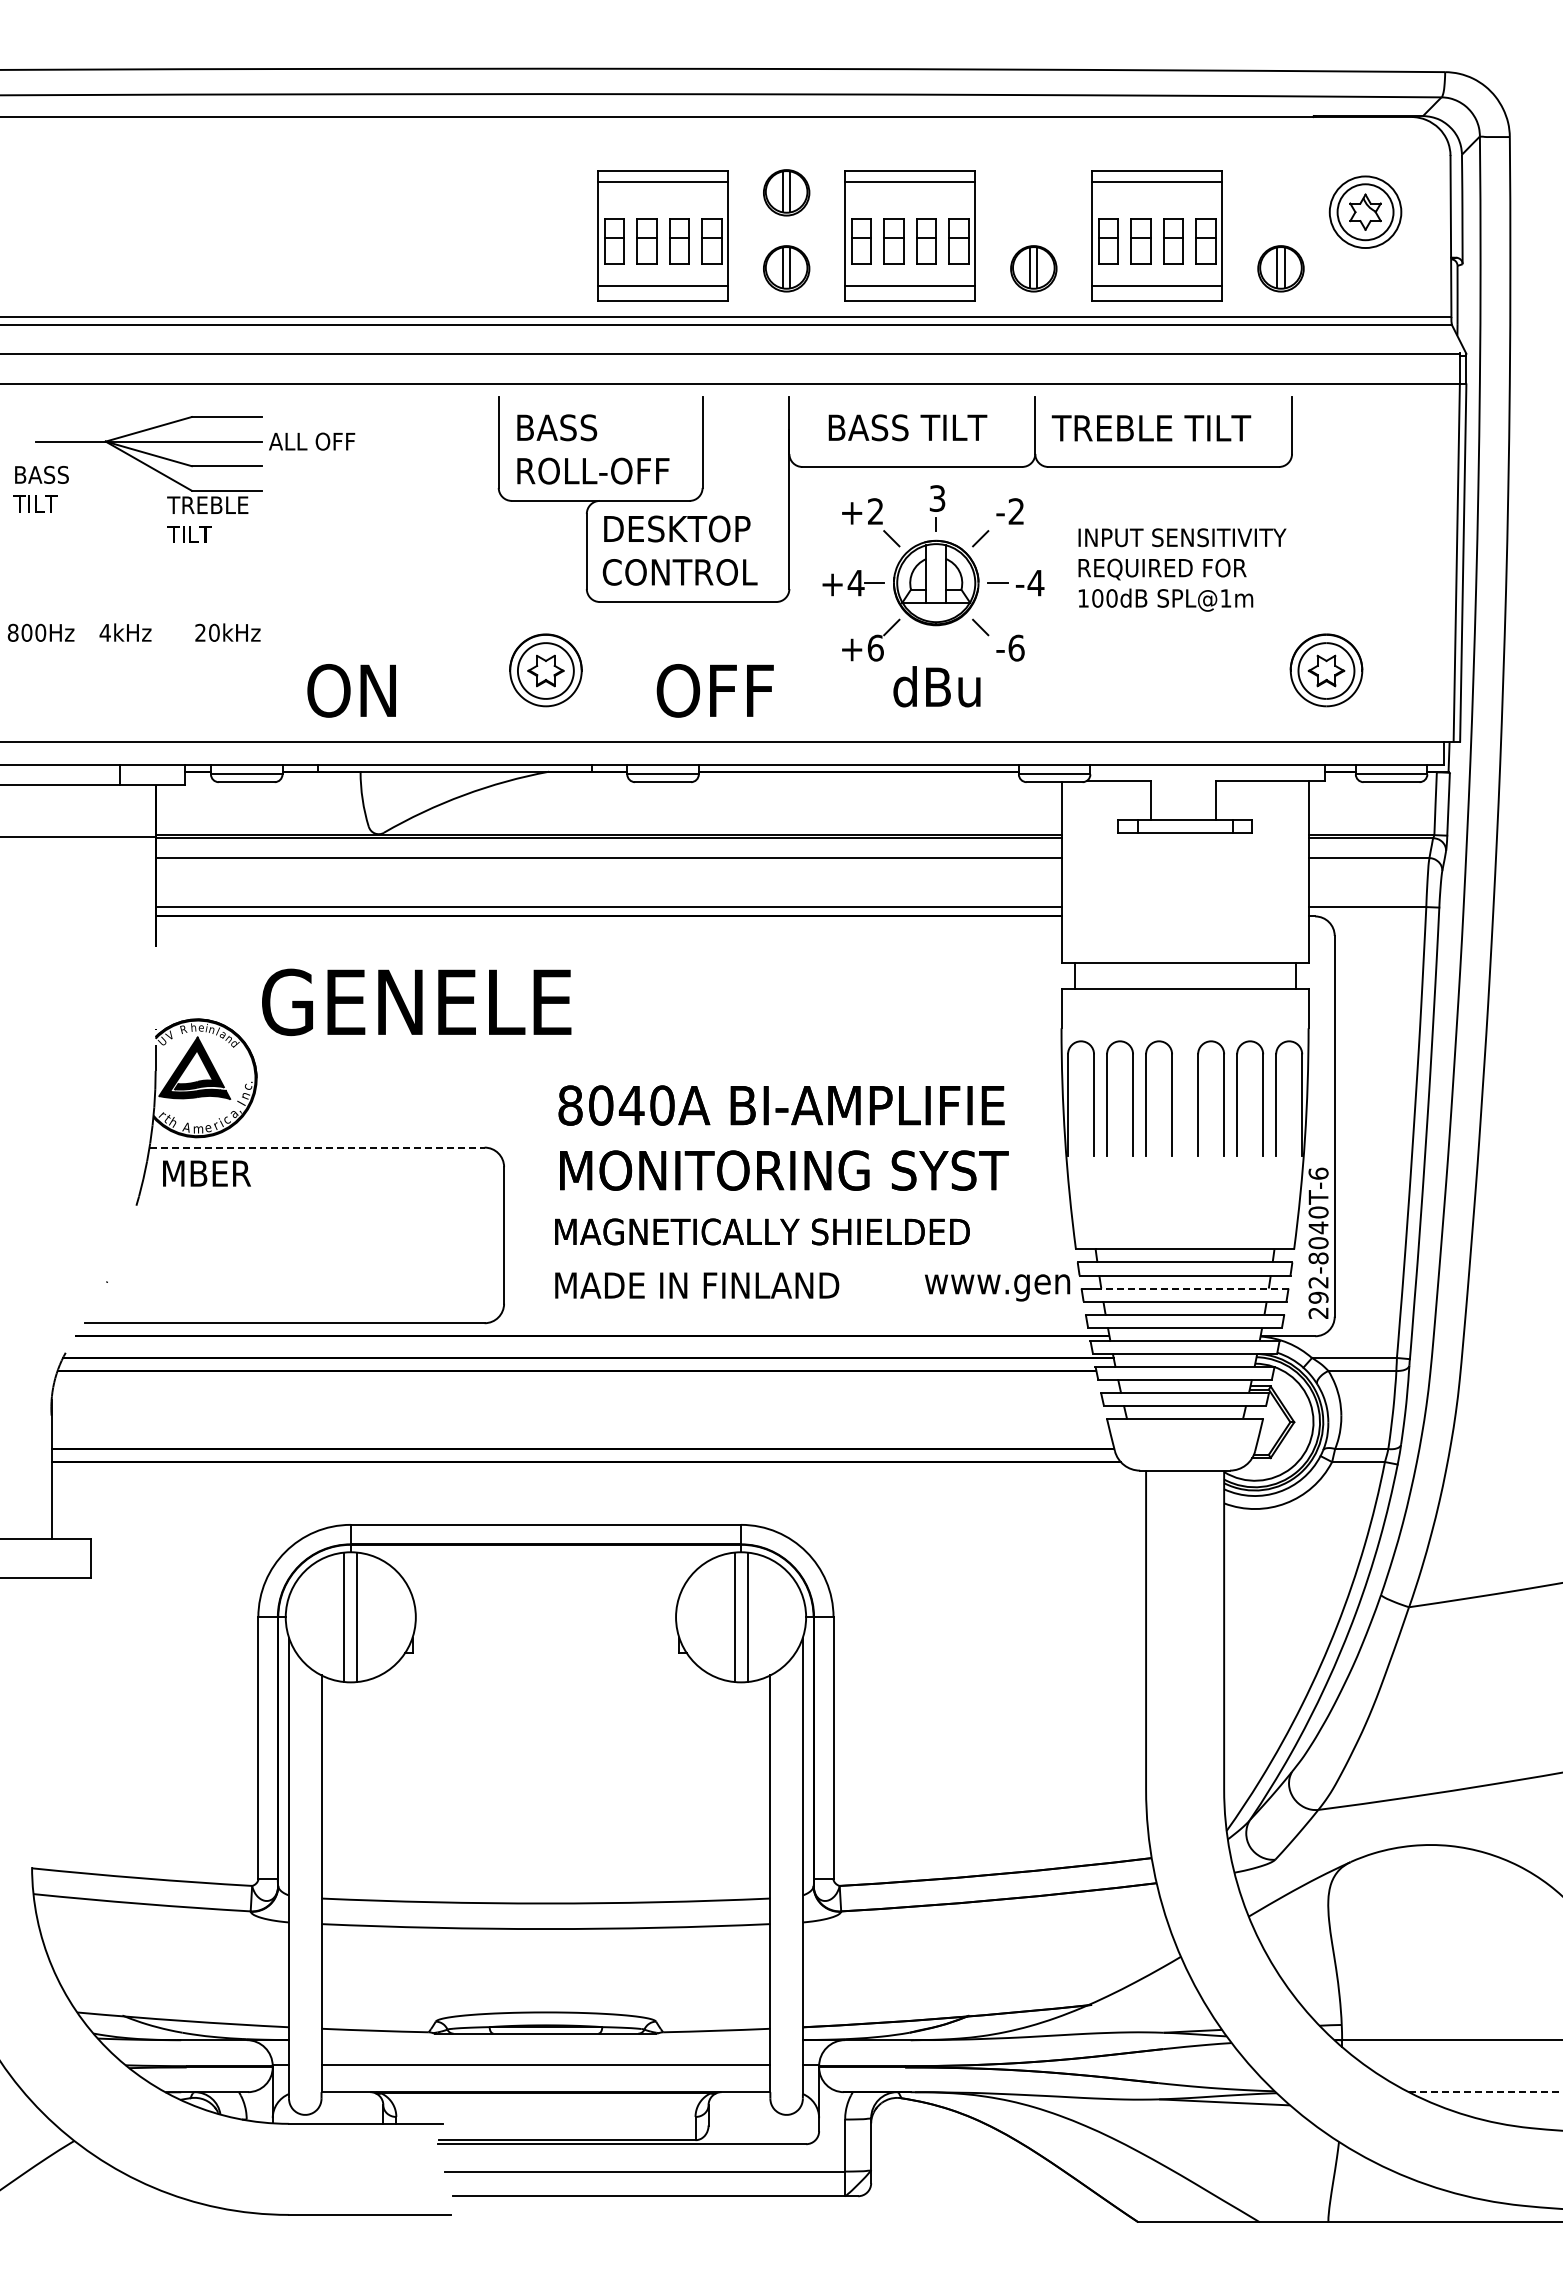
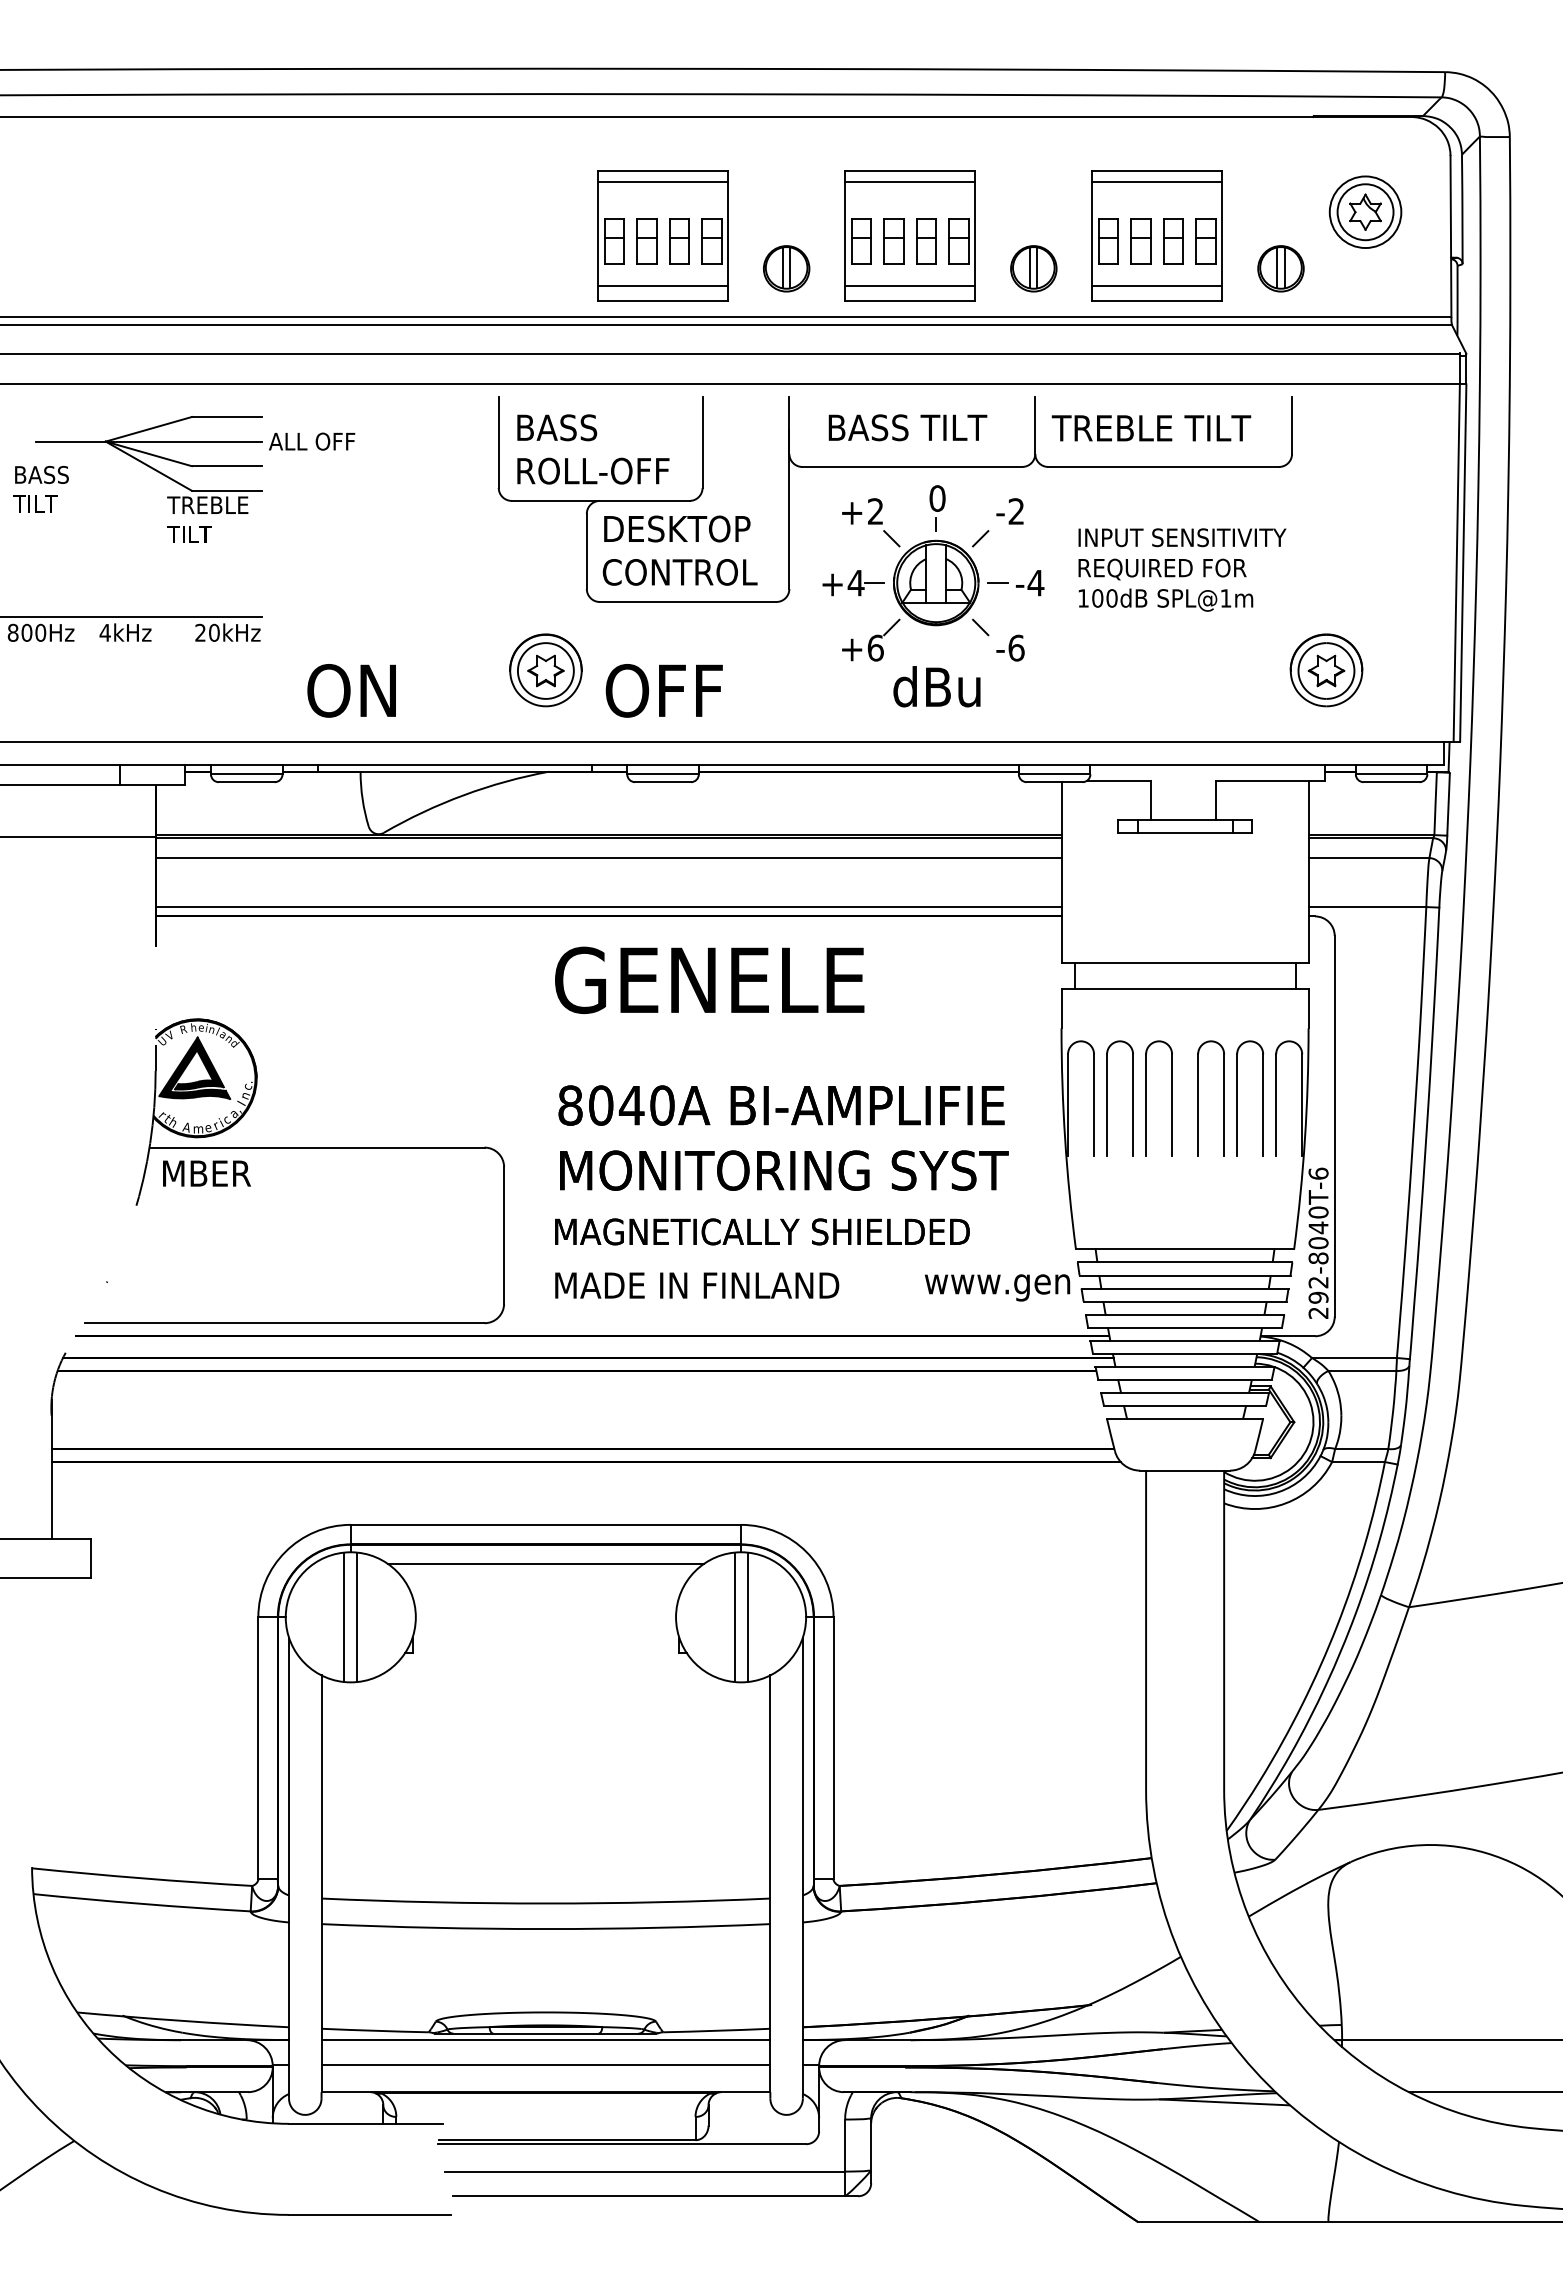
part at (786, 192): present -> none
text at (937, 498): 3 -> 0
line at (132, 616): none -> present
text at (714, 690) position: (714, 690) -> (663, 690)
text at (416, 1002) position: (416, 1002) -> (709, 980)
line at (317, 1147): dashed -> solid
line at (1194, 1288): dashed -> solid
line at (545, 1564): none -> present
line at (545, 2040): none -> present
line at (1485, 2092): dashed -> solid
